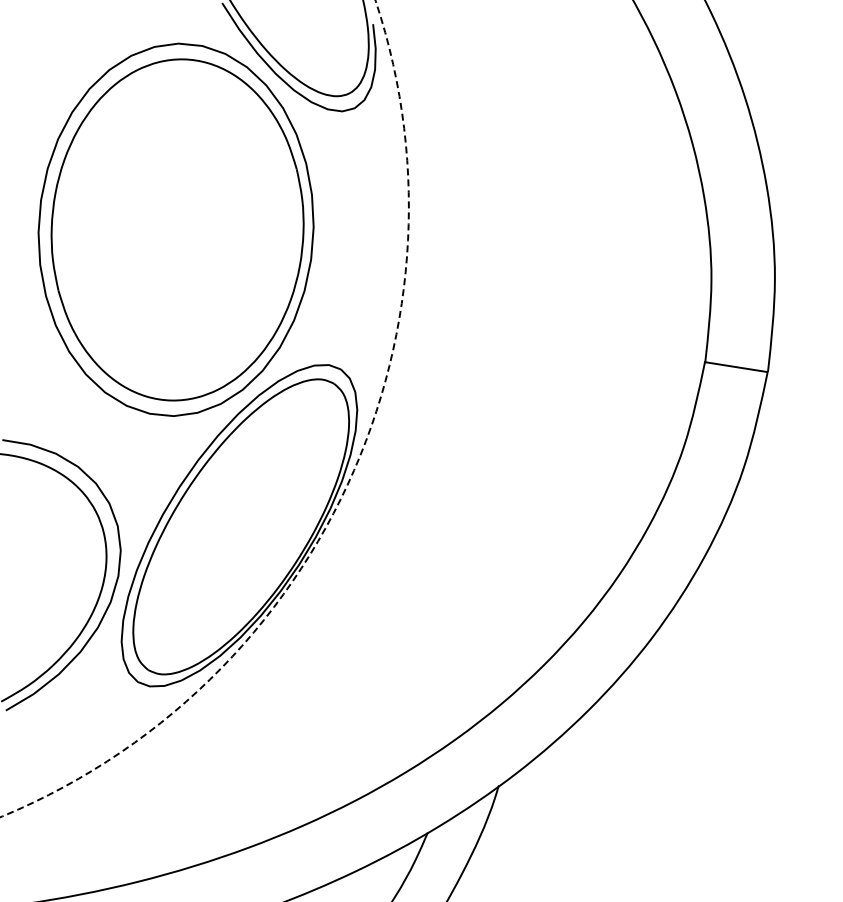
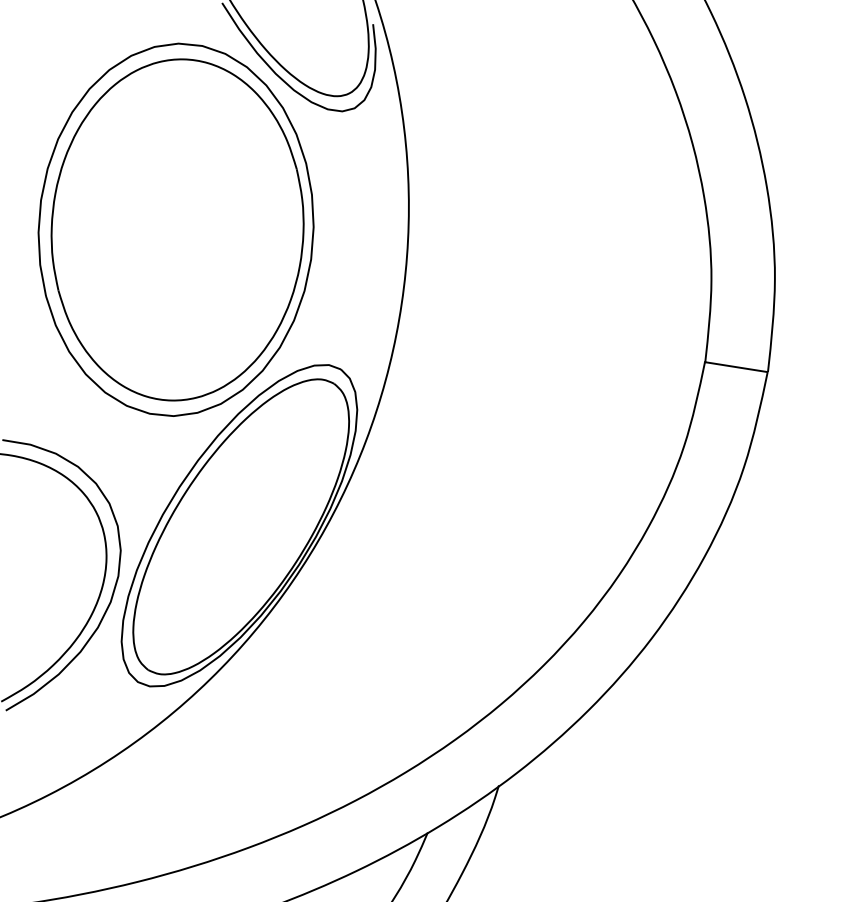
arc at (348, 483): dashed -> solid
